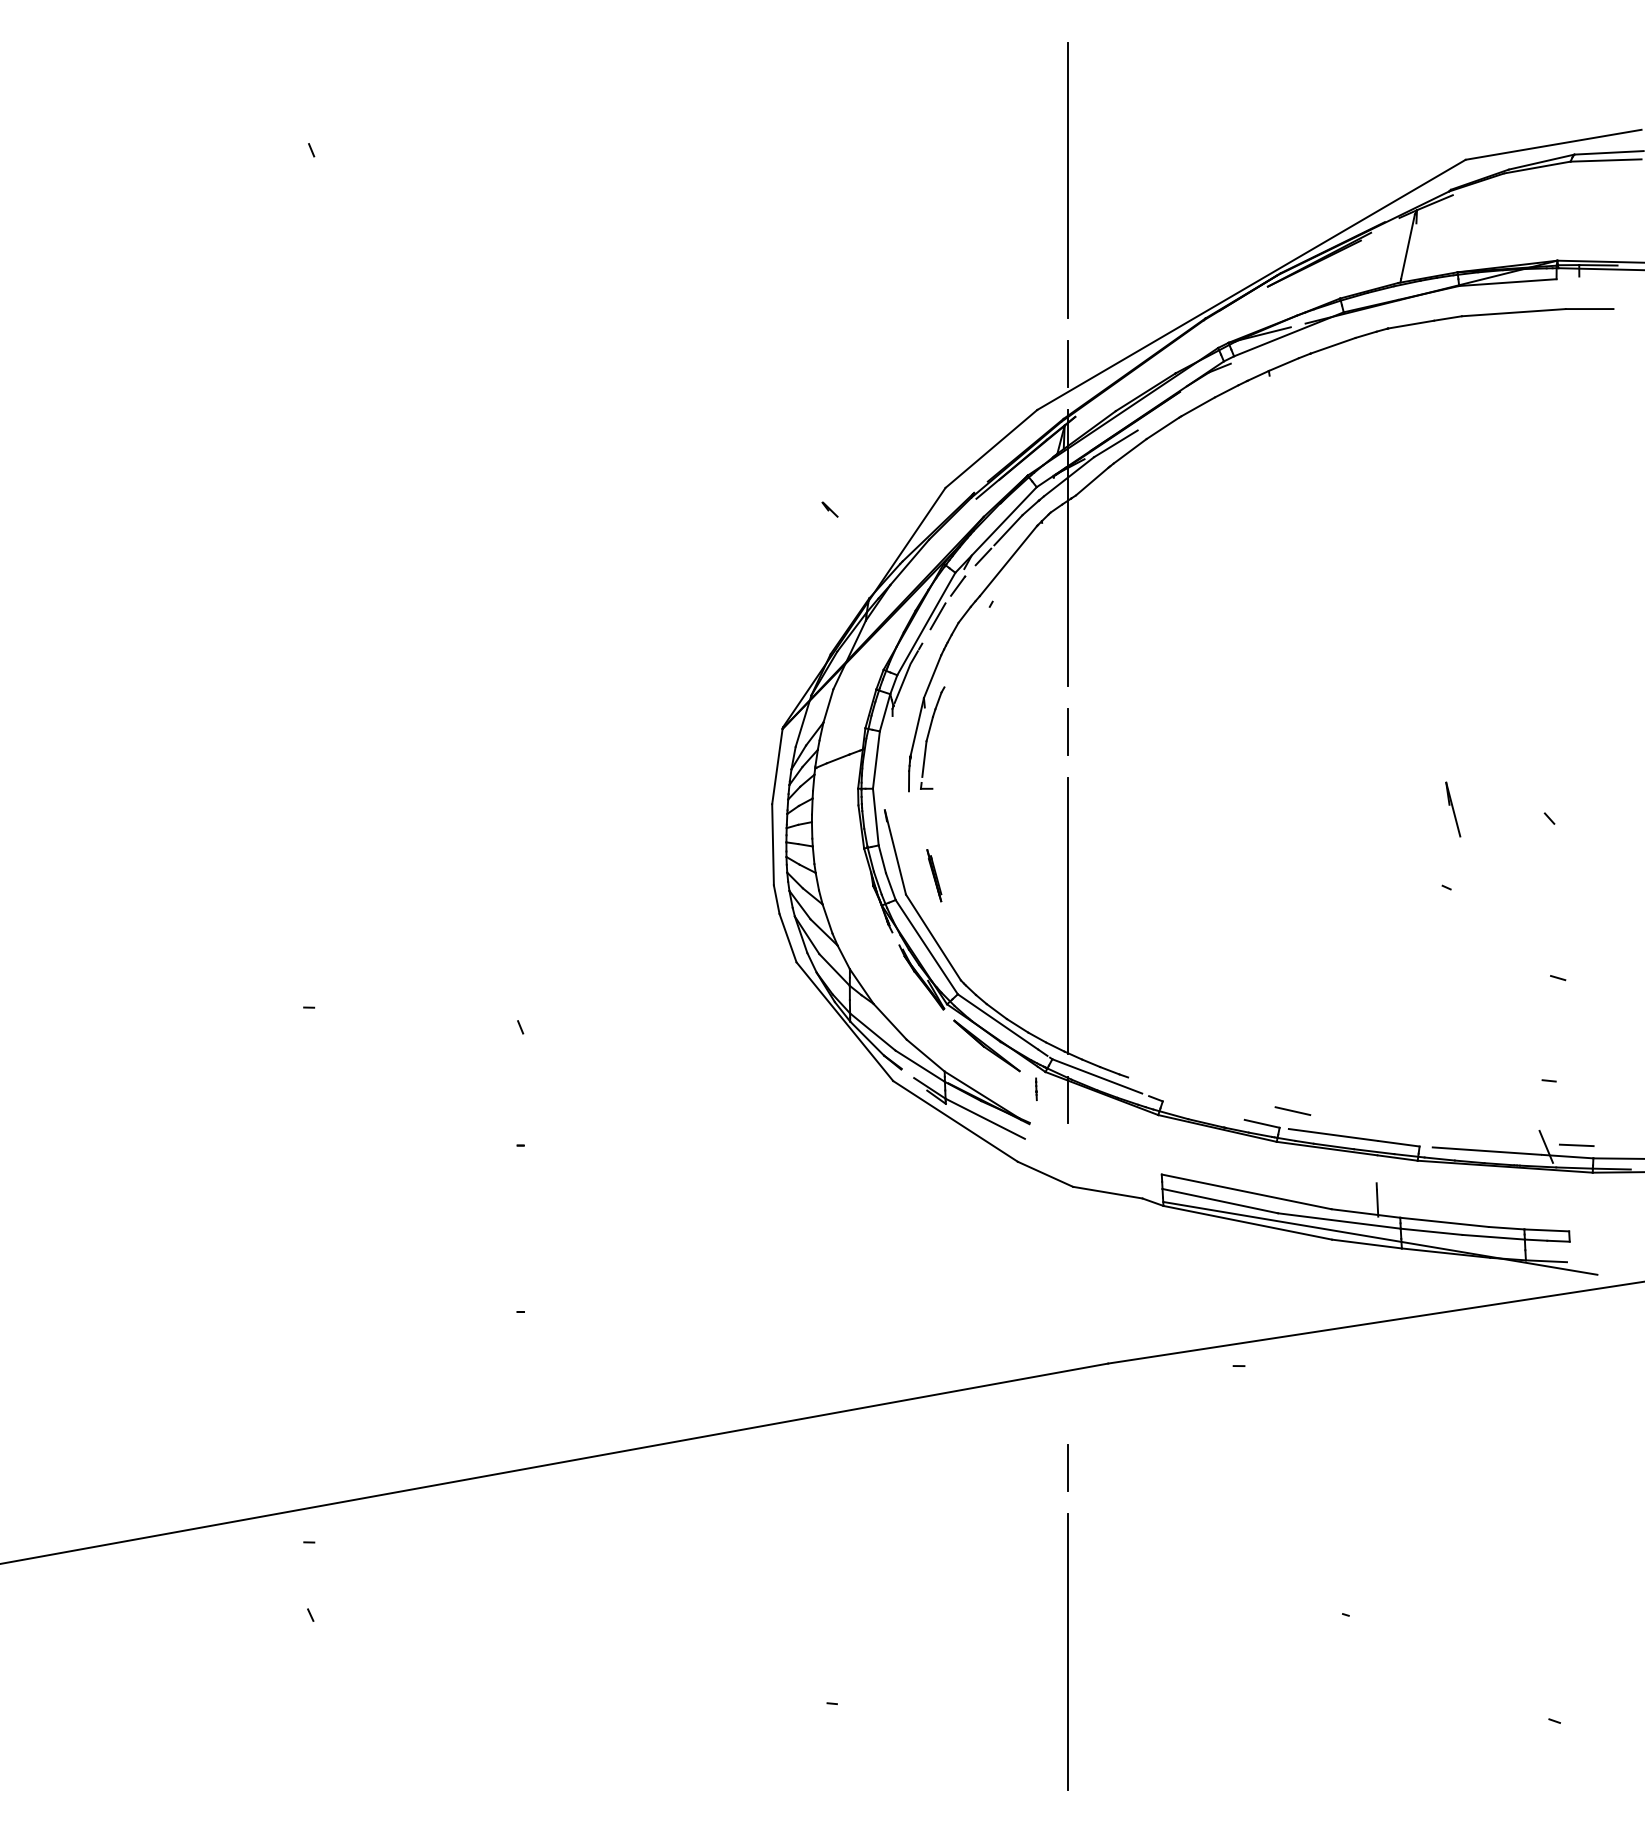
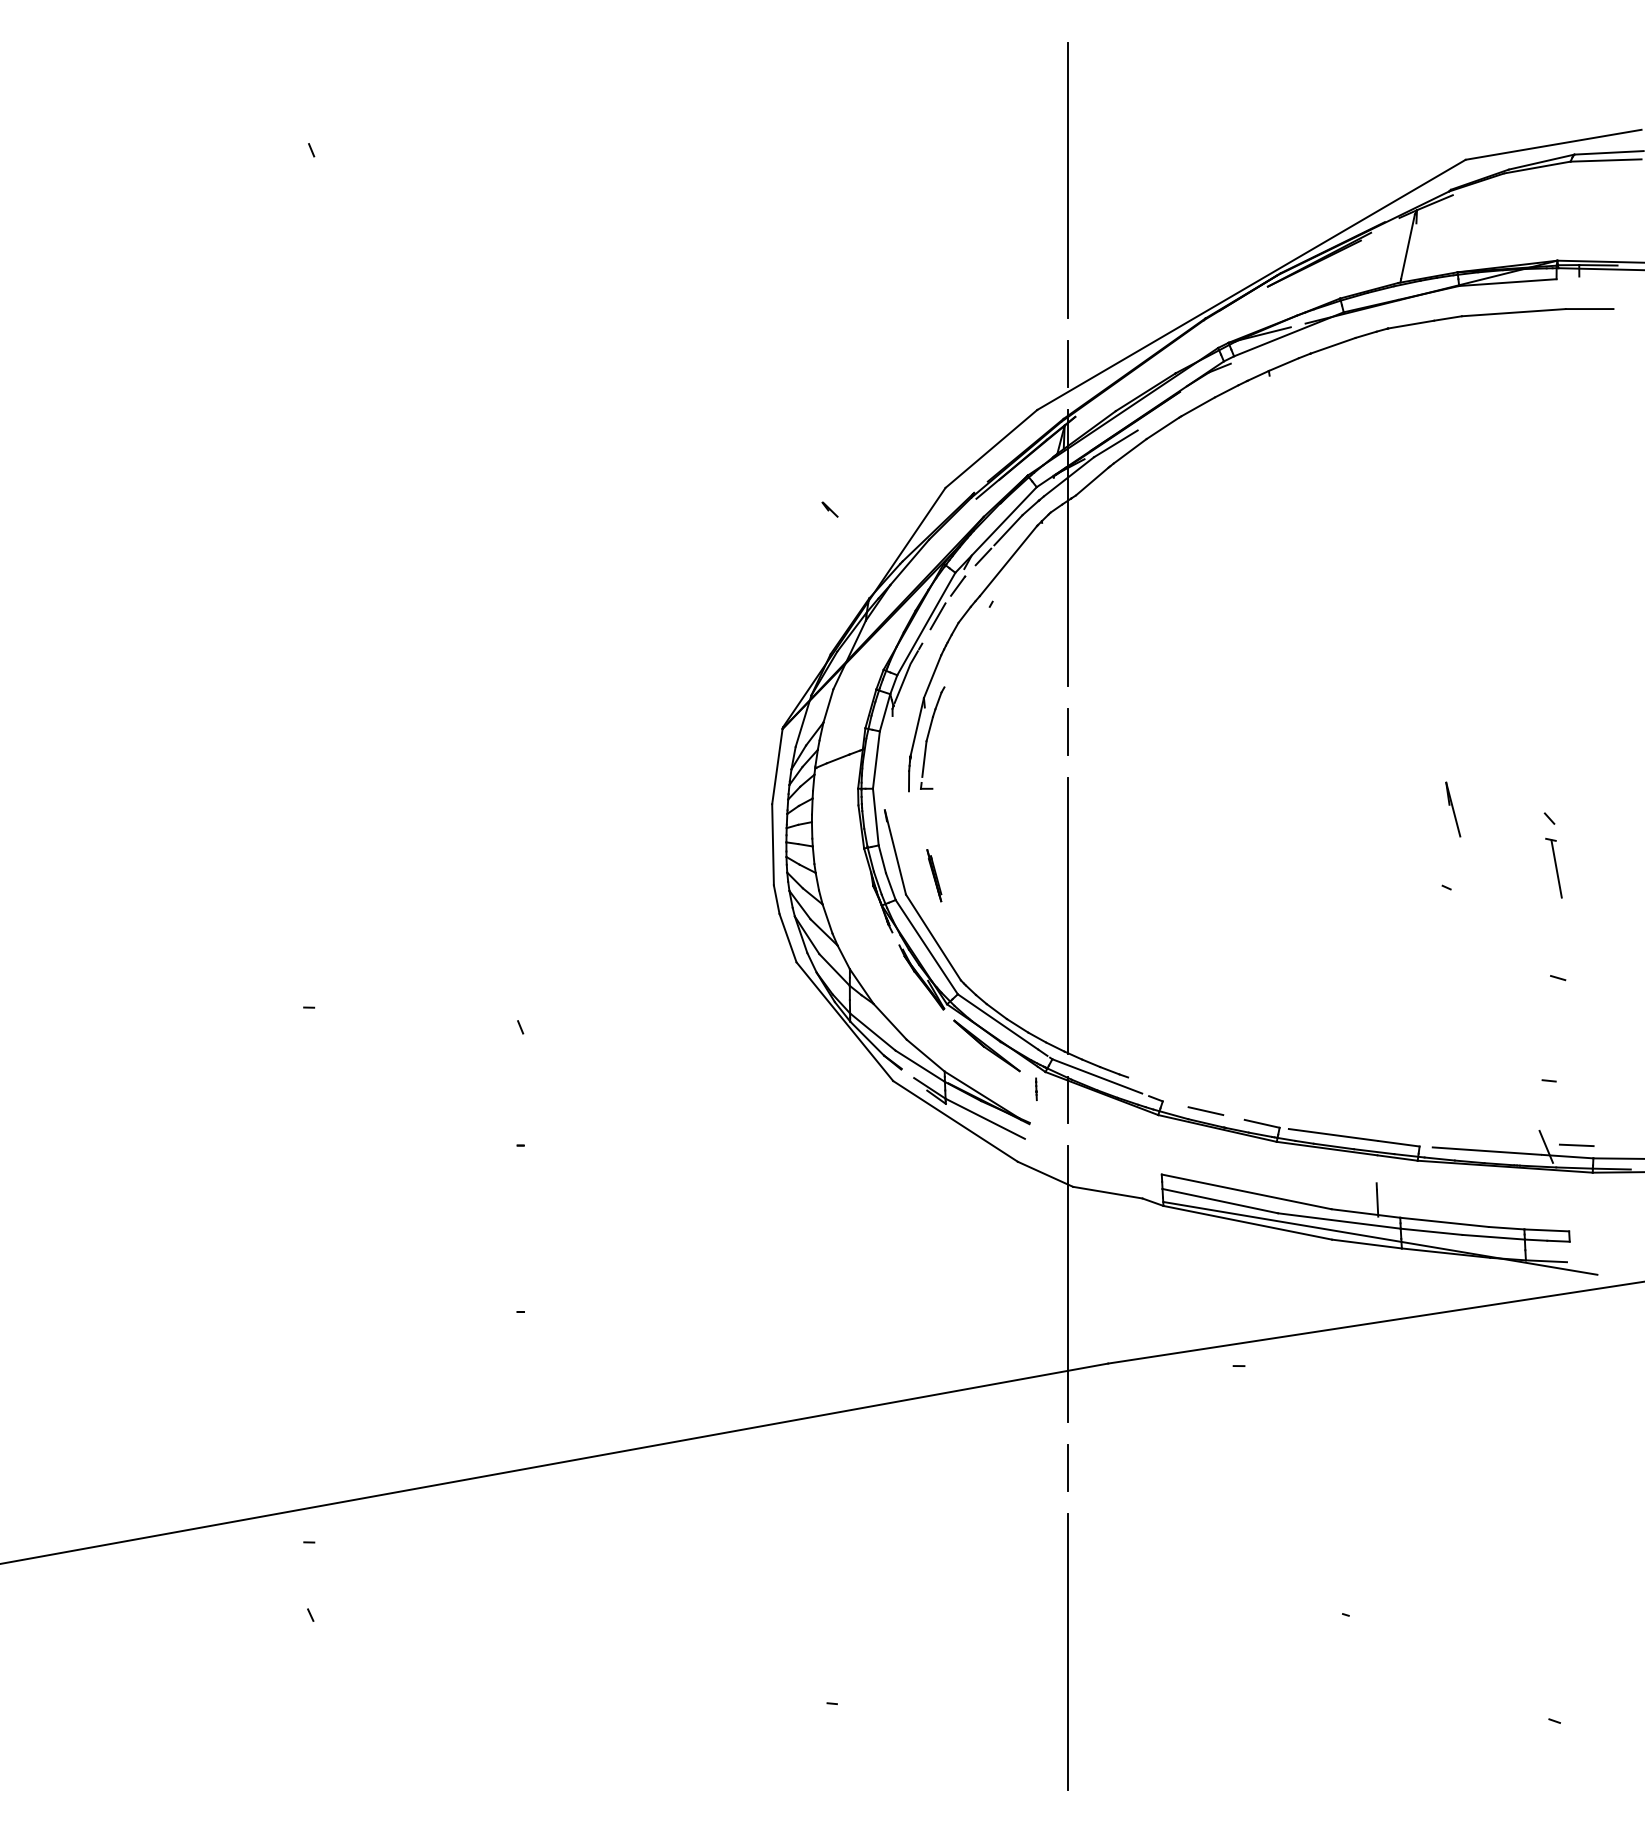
part at (1553, 867): none -> present
line at (1292, 1110) position: (1292, 1110) -> (1205, 1110)
line at (1068, 1283): none -> present
